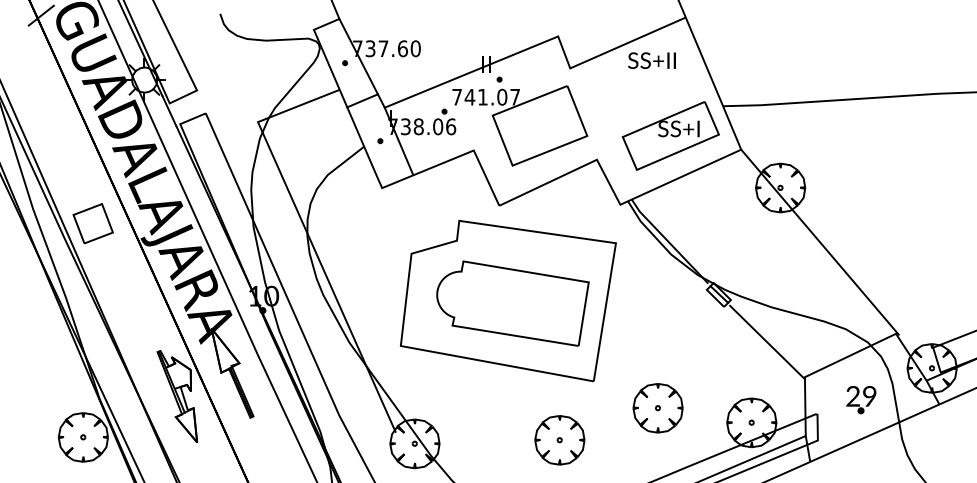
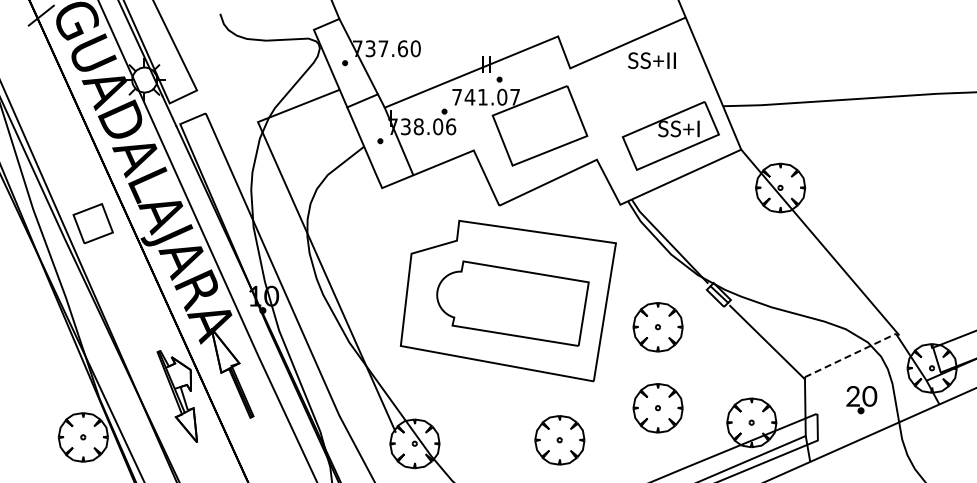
part at (657, 327): none -> present
line at (850, 355): solid -> dashed
text at (869, 396): 29 -> 20
